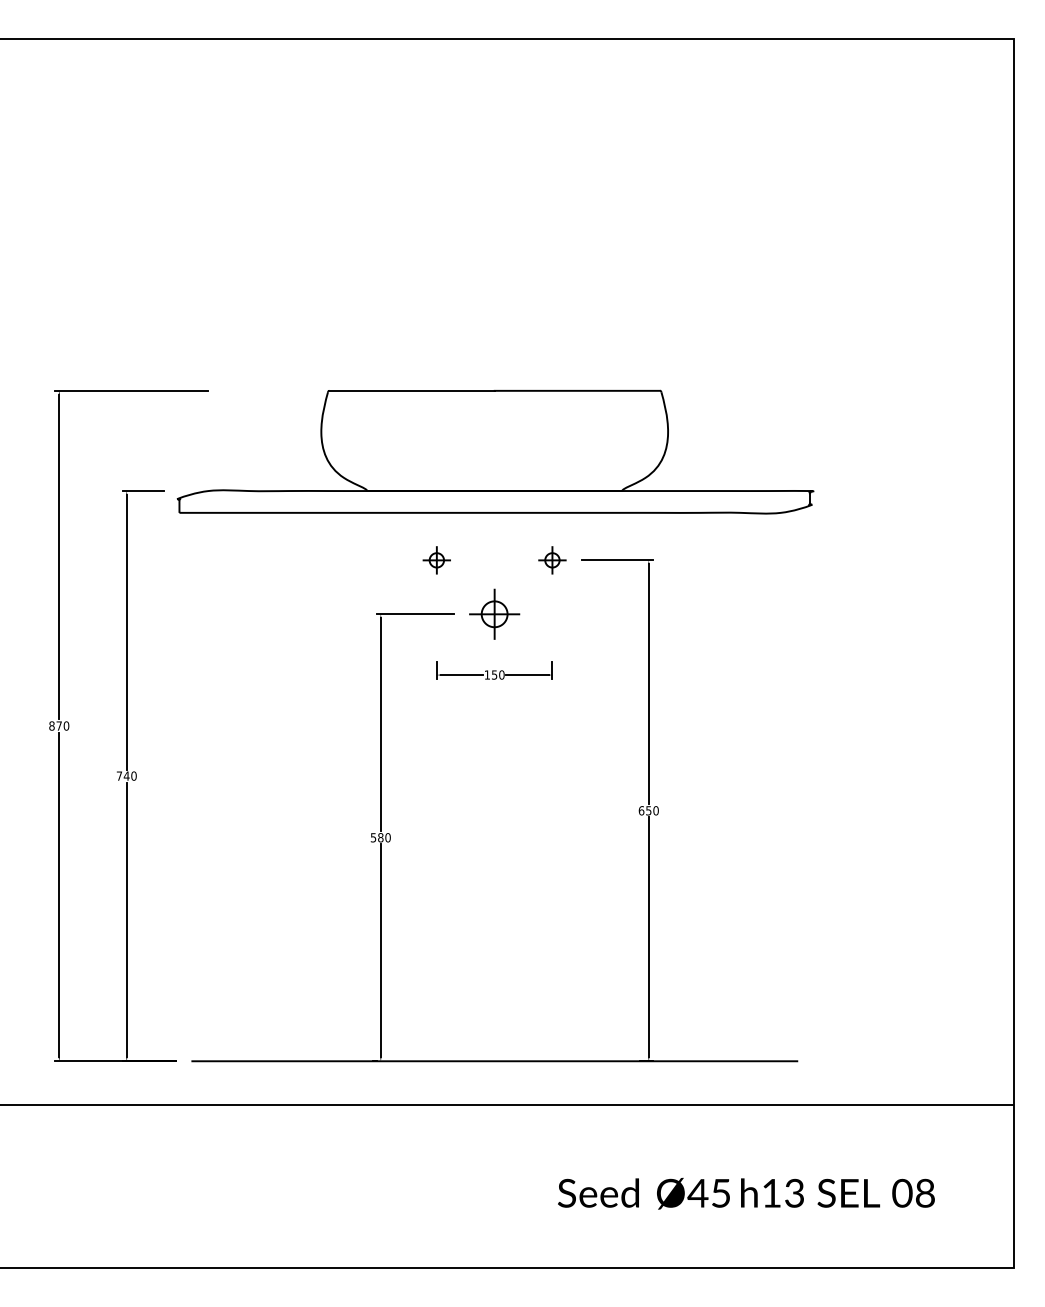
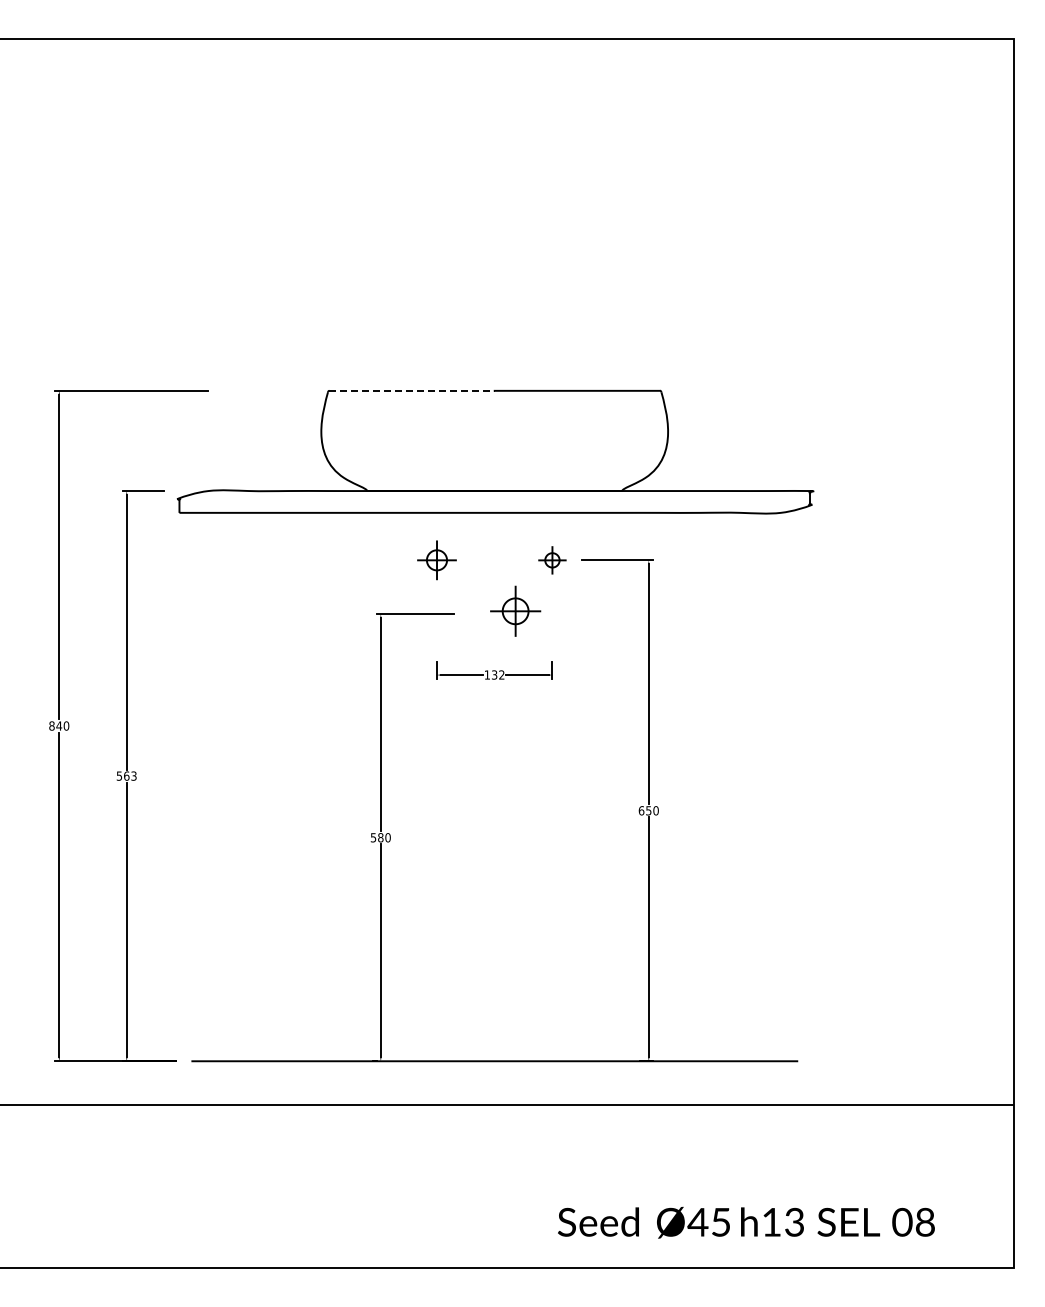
line at (412, 390): solid -> dashed
part at (436, 560) size: 29x29 px -> 40x41 px
part at (494, 613) position: (494, 613) -> (515, 610)
text at (498, 674): 150 -> 132
text at (59, 725): 870 -> 840
text at (126, 775): 740 -> 563
text at (746, 1193) position: (746, 1193) -> (746, 1222)
